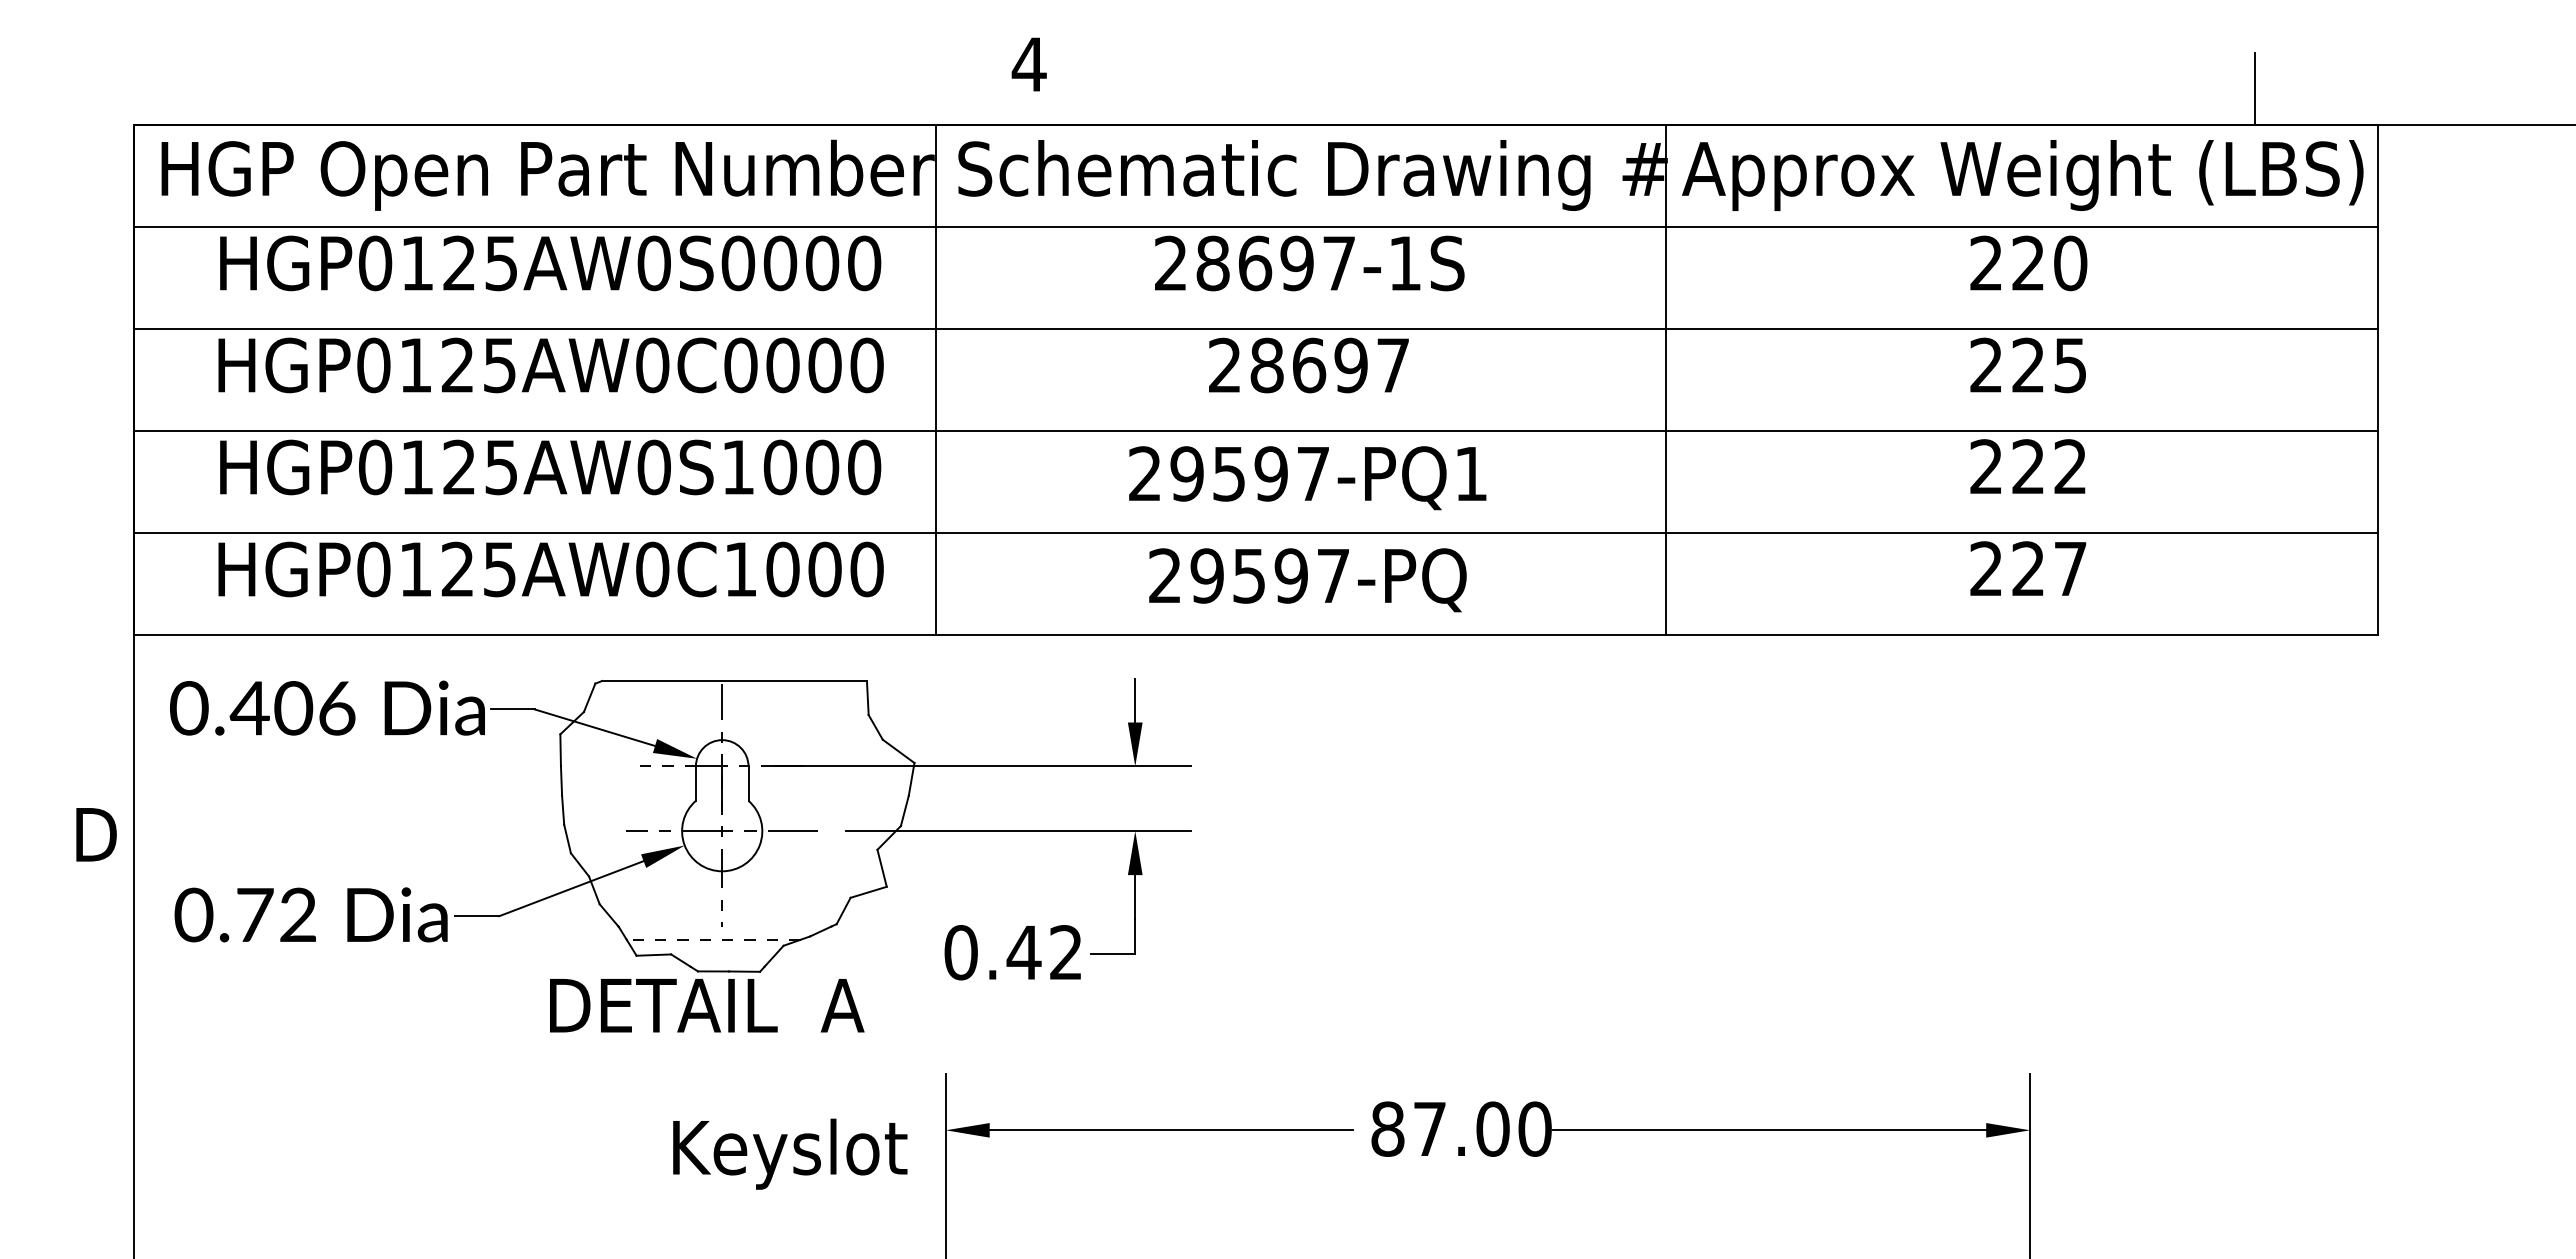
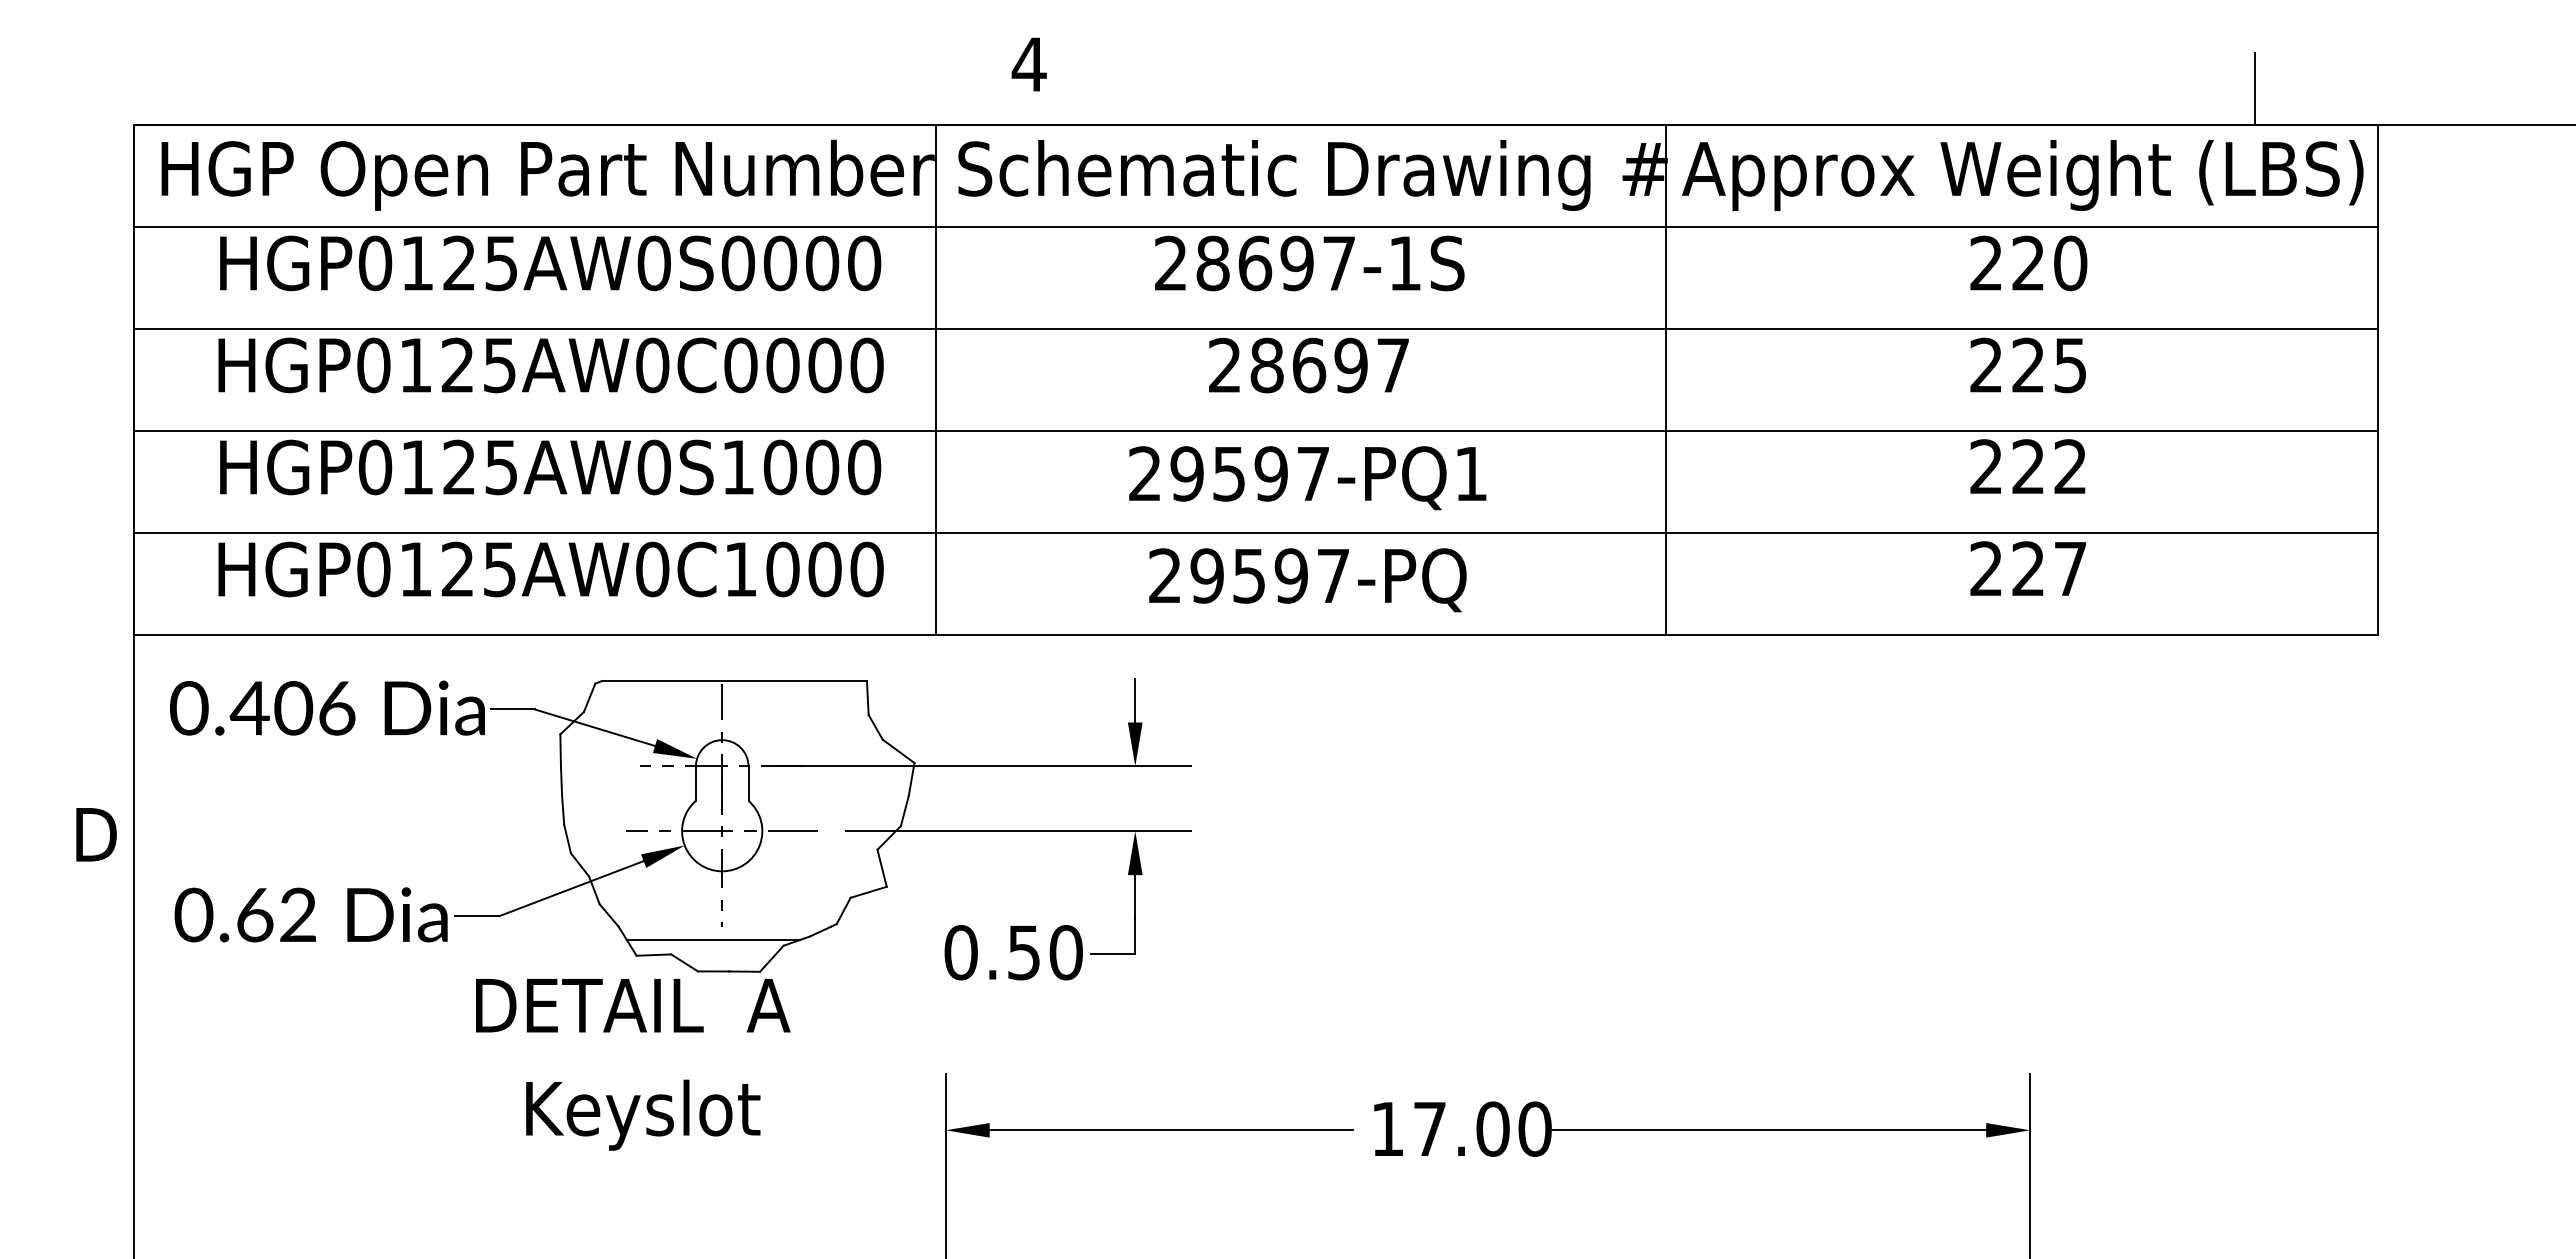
text at (255, 915): 0.72 -> 0.62
line at (713, 939): dashed -> solid
text at (1044, 952): 0.42 -> 0.50
text at (707, 1005) position: (707, 1005) -> (633, 1005)
text at (1387, 1128): 87.00 -> 17.00
text at (790, 1153) position: (790, 1153) -> (643, 1114)
